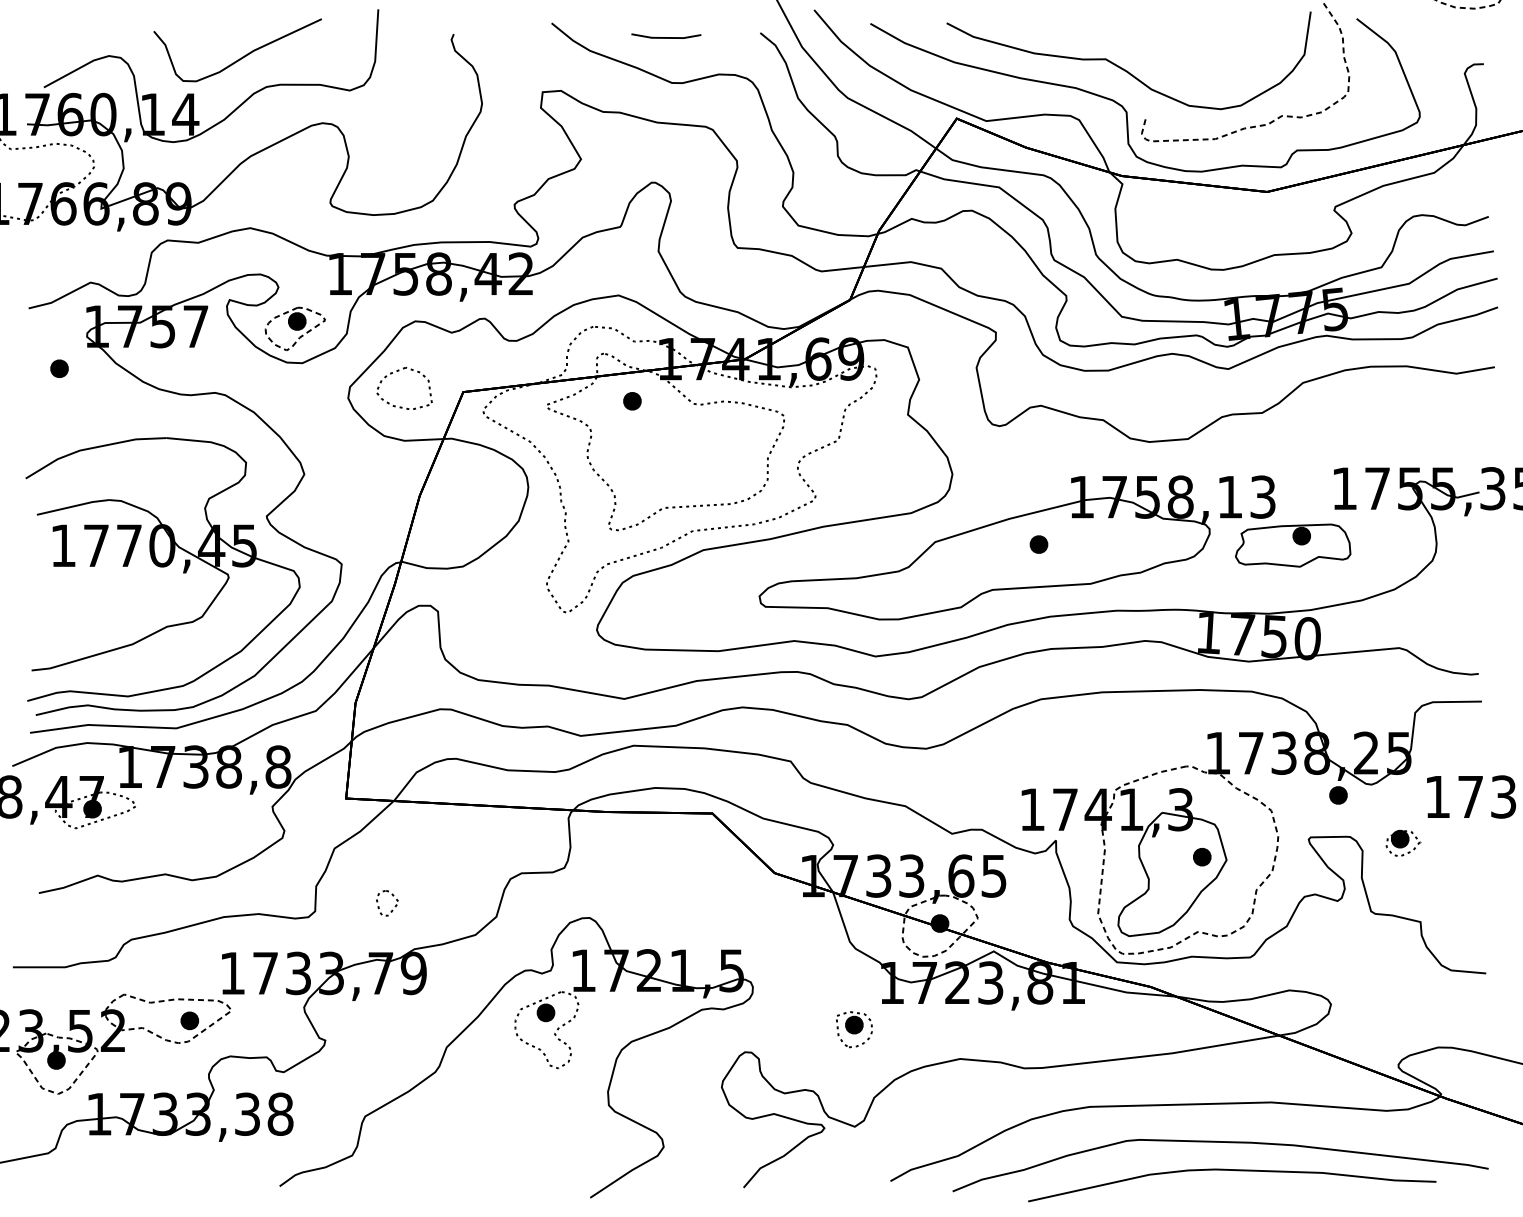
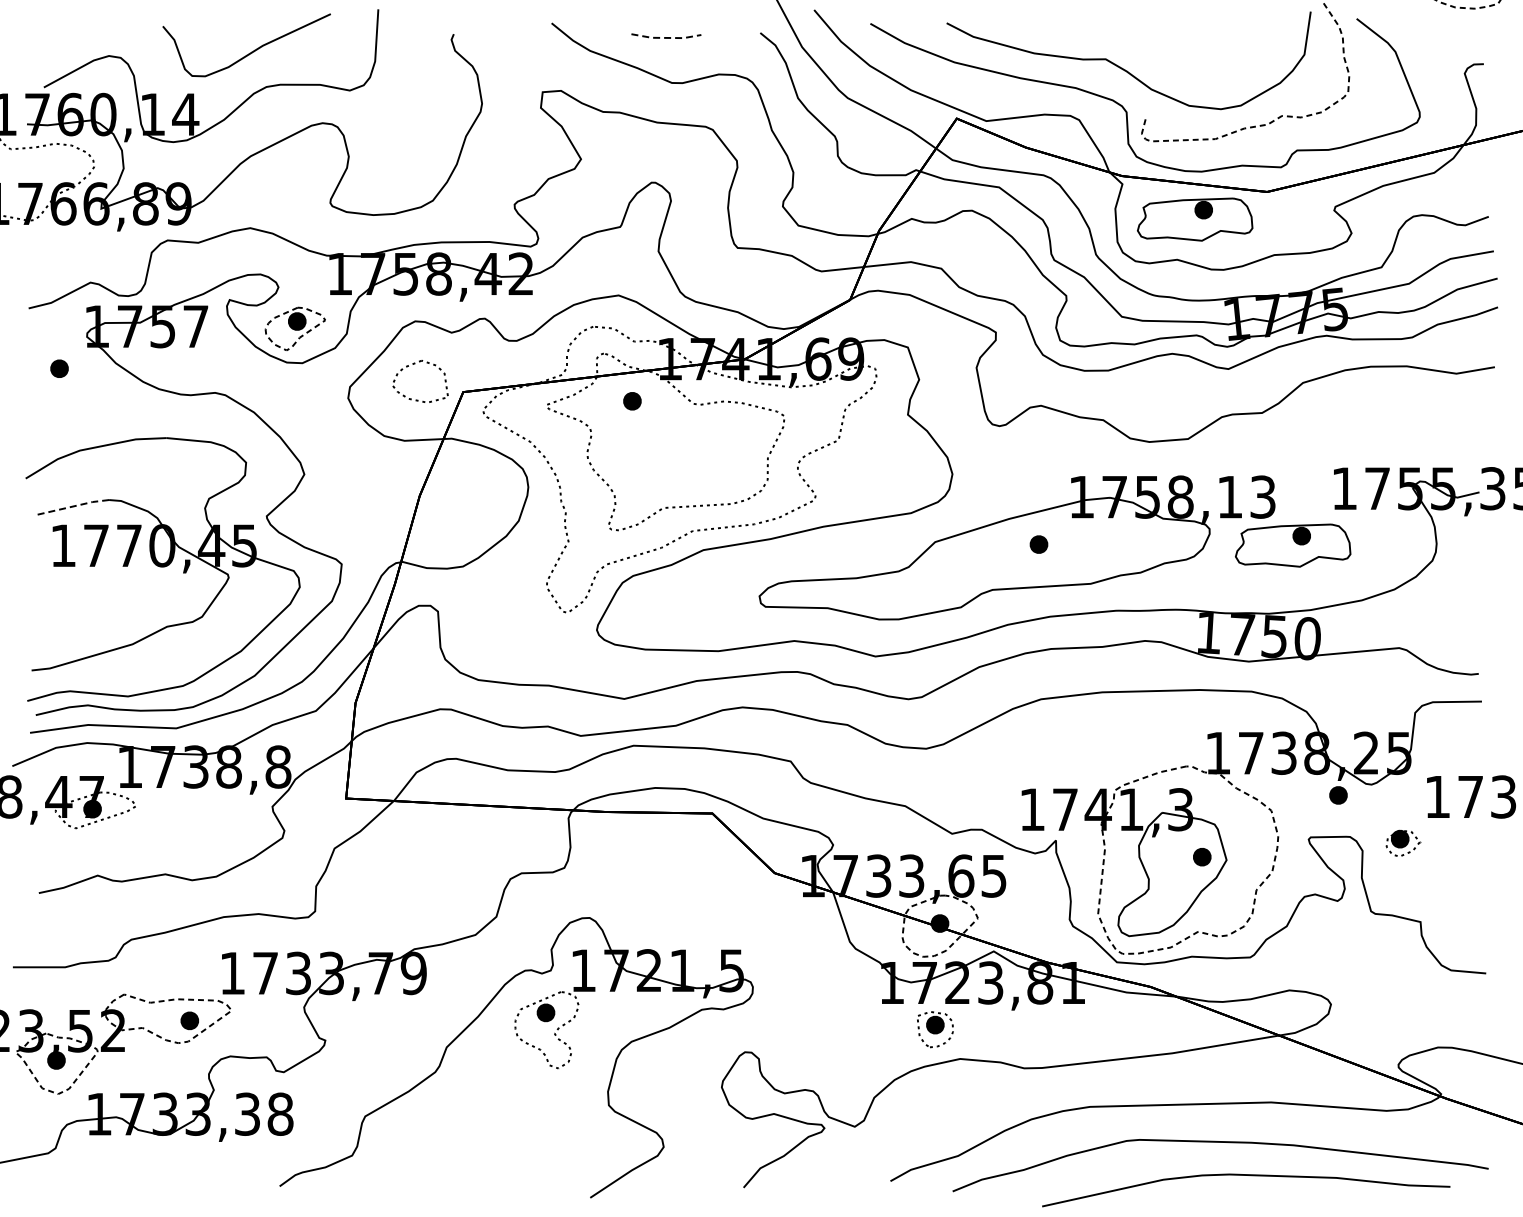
line at (666, 37): solid -> dashed
curve at (242, 56) position: (242, 56) -> (251, 51)
part at (1195, 219): none -> present
part at (399, 371) position: (399, 371) -> (415, 364)
line at (73, 506): solid -> dashed
part at (394, 906): present -> none
part at (854, 1029) position: (854, 1029) -> (935, 1029)
curve at (1236, 1171) position: (1236, 1171) -> (1250, 1176)
